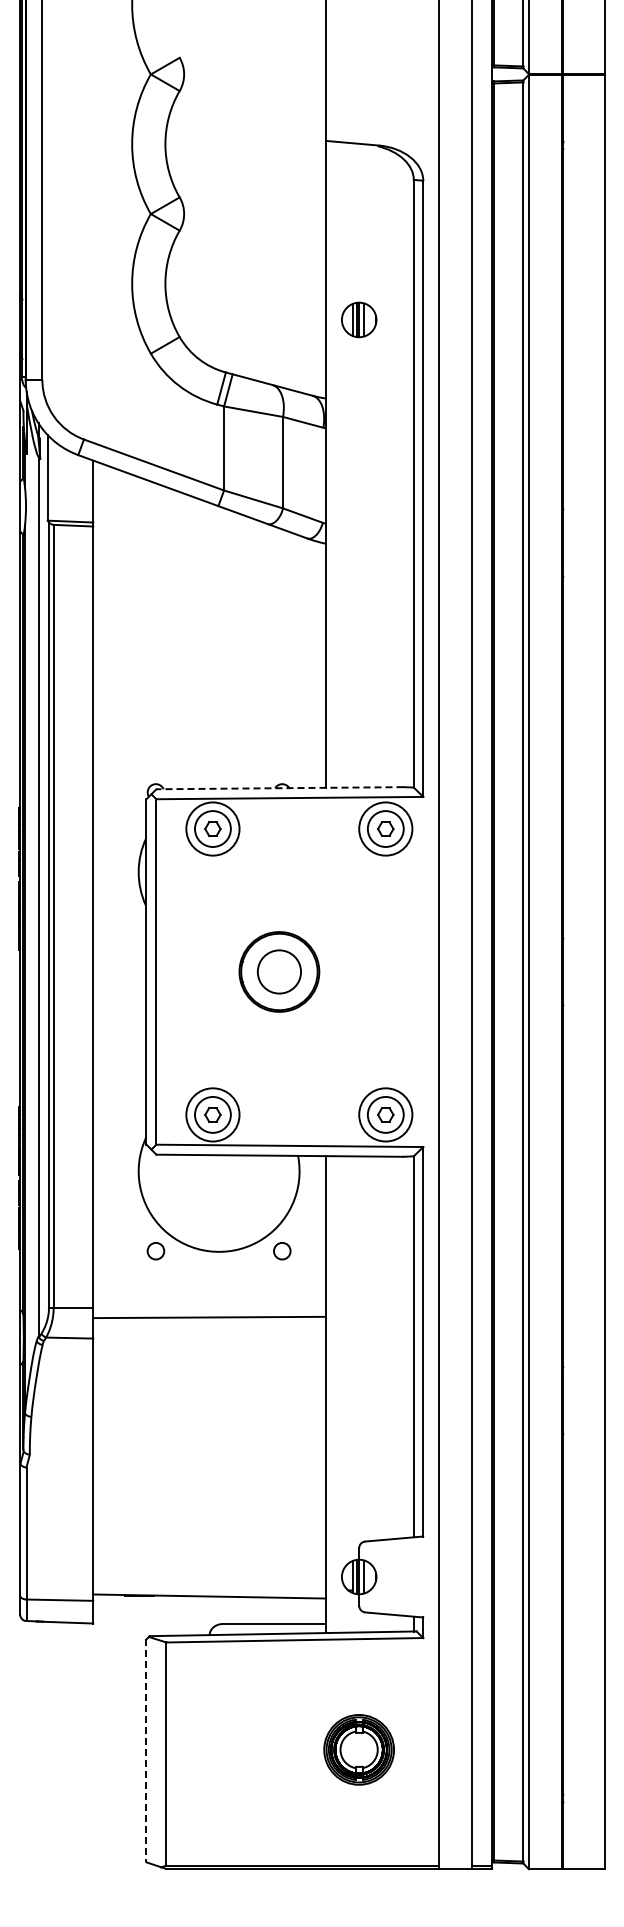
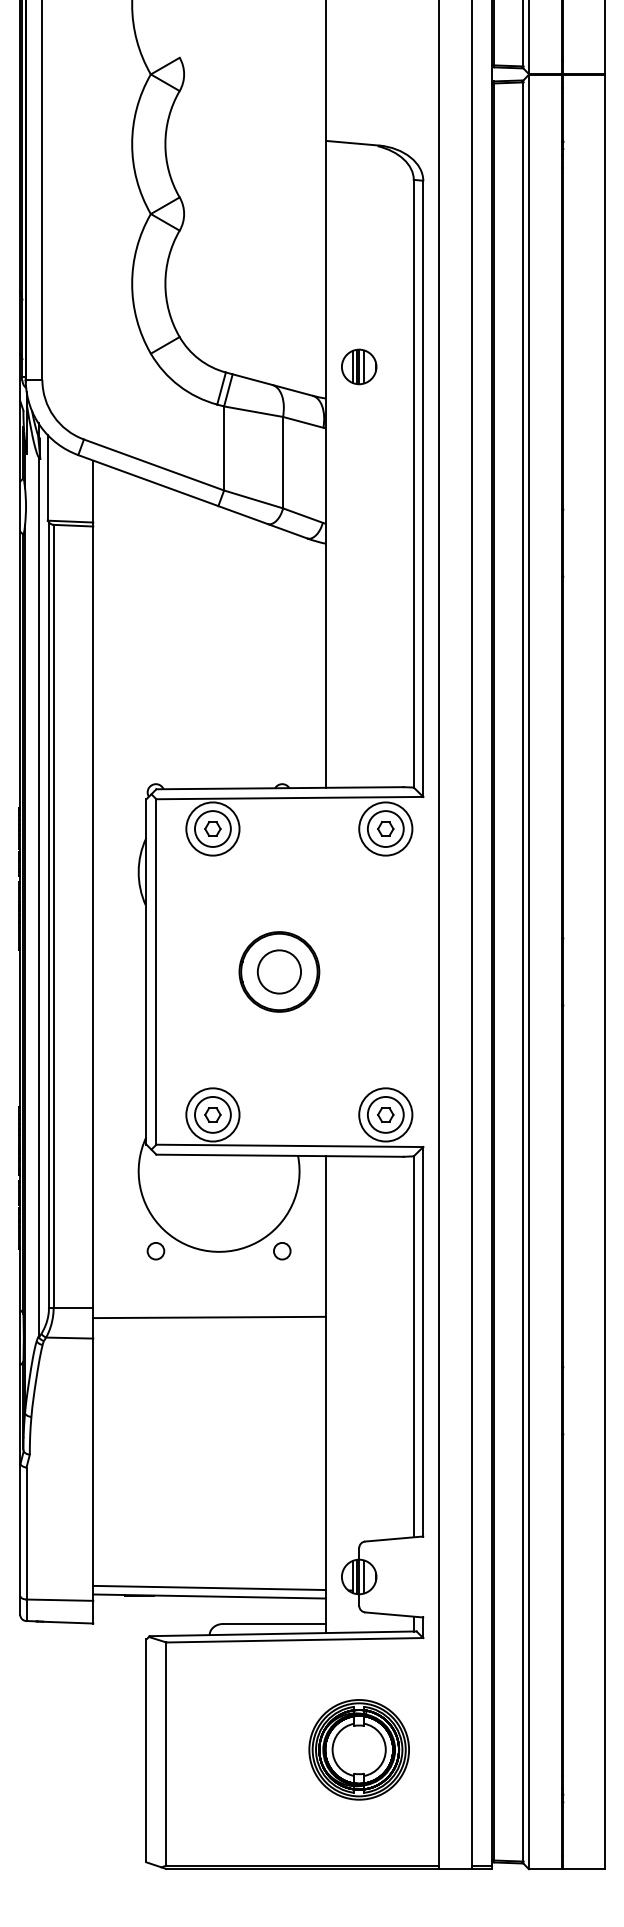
part at (359, 319) position: (359, 319) -> (359, 366)
line at (279, 788): dashed -> solid
line at (209, 1587): none -> present
part at (358, 1749) size: 72x72 px -> 102x102 px
line at (146, 1751): dashed -> solid
